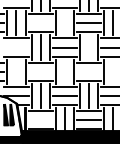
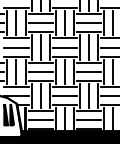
line at (40, 23): none -> present
line at (64, 23): none -> present
line at (16, 47): none -> present
line at (89, 47): none -> present
line at (16, 71): none -> present
line at (40, 71): none -> present
line at (64, 71): none -> present
line at (89, 71): none -> present
line at (113, 71): none -> present
line at (40, 120): none -> present
